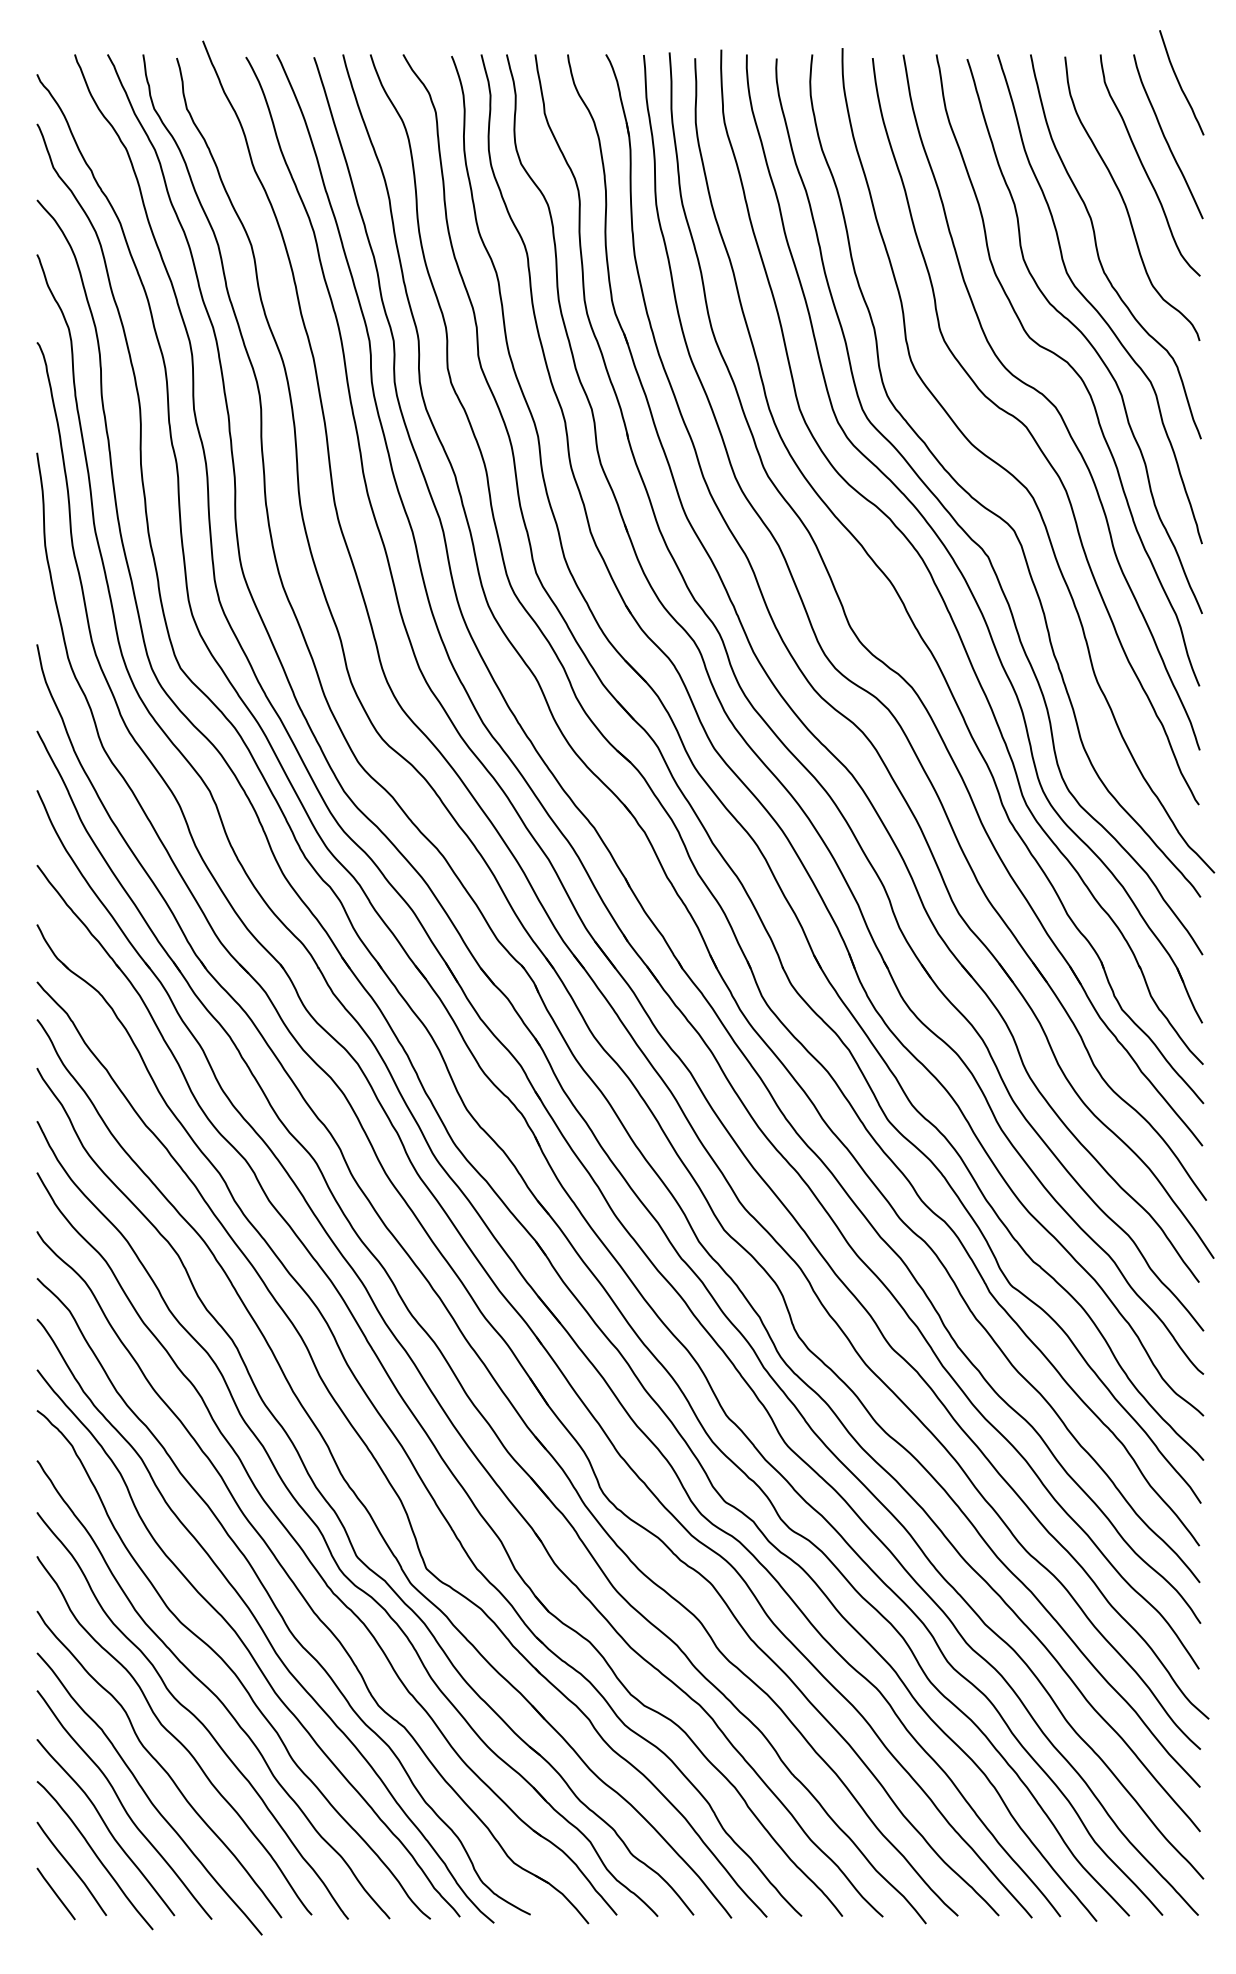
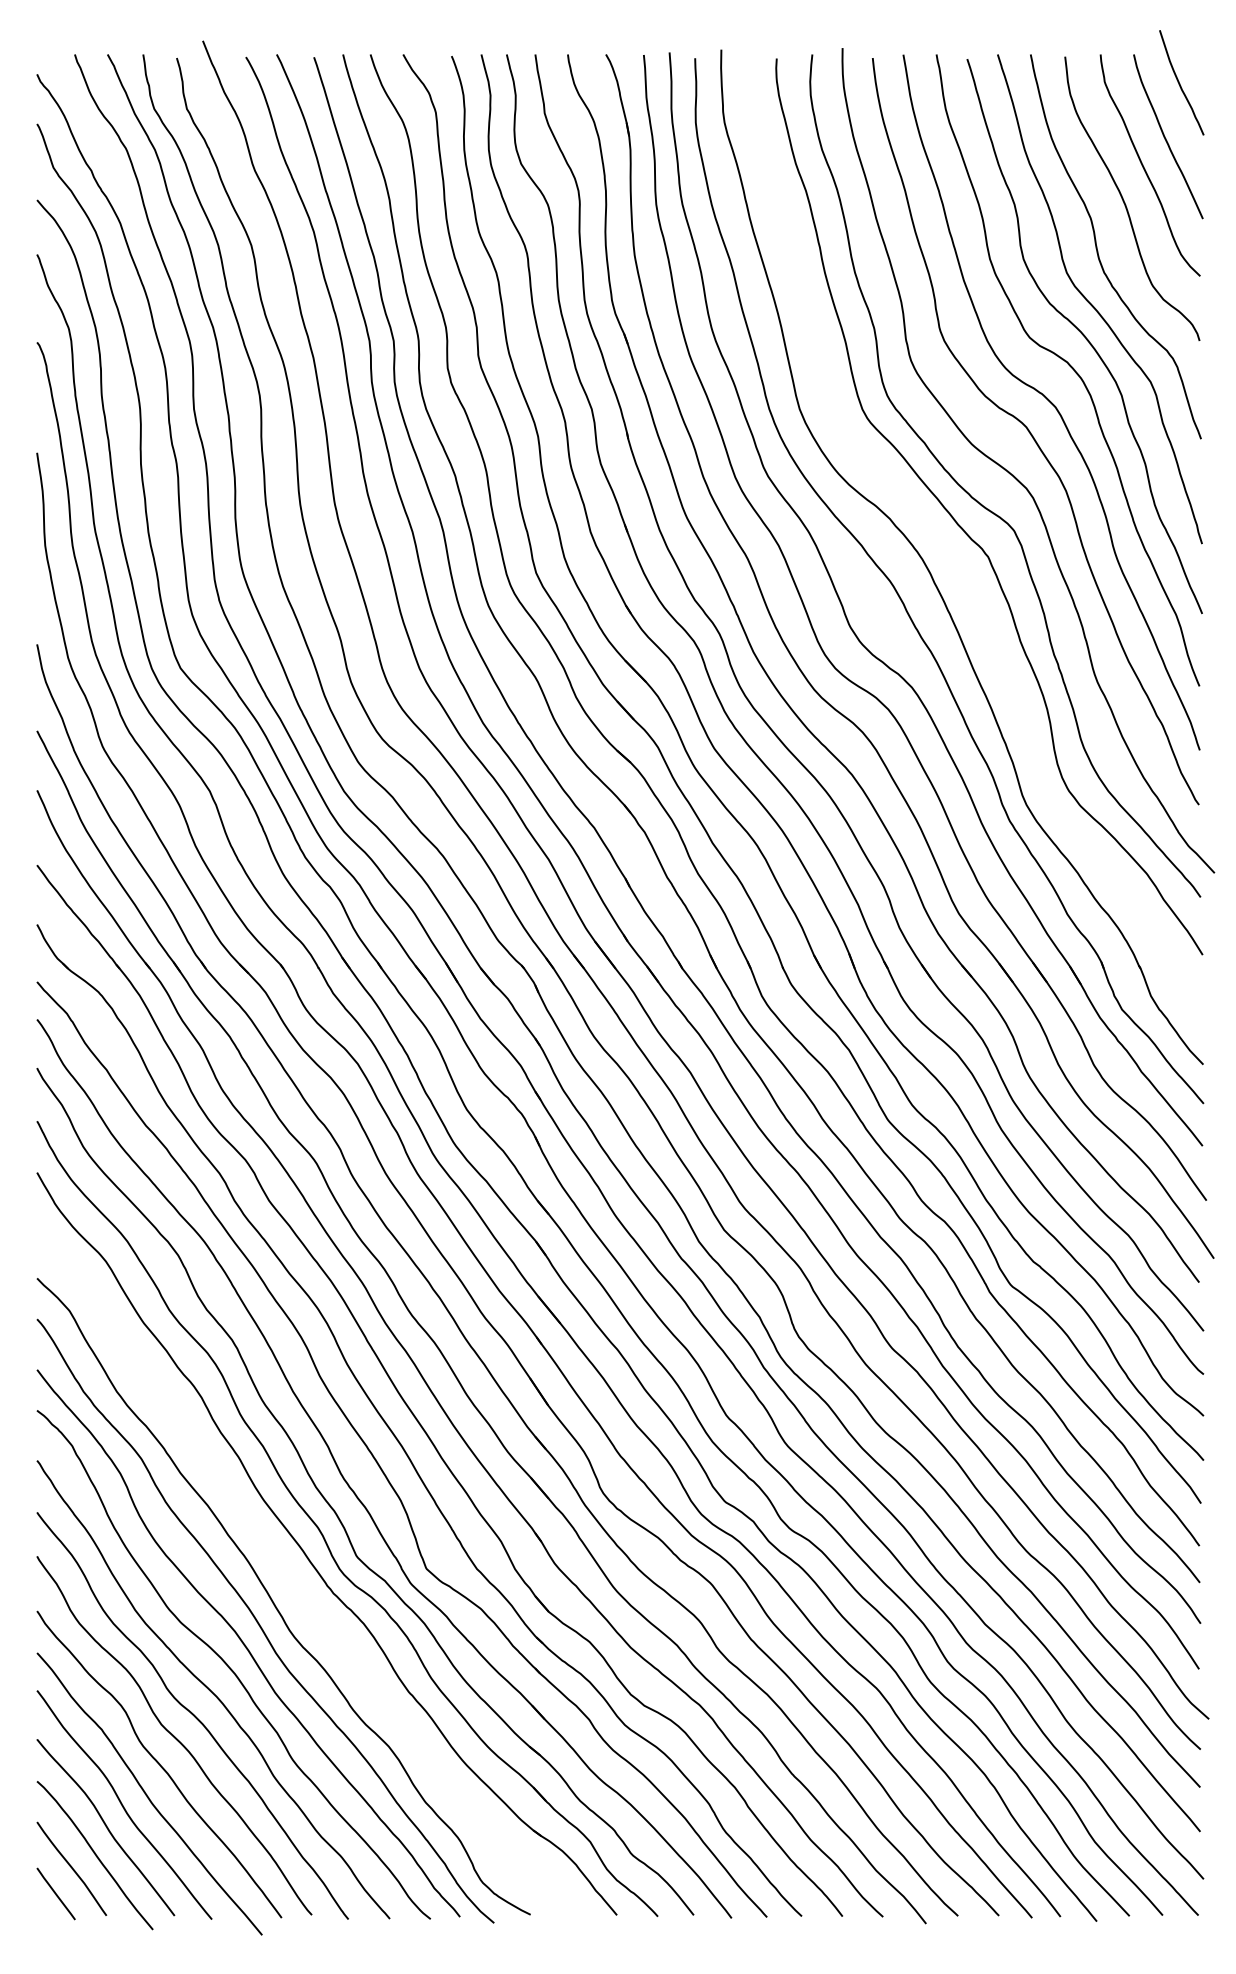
part at (951, 554): present -> none
part at (299, 1589): present -> none
